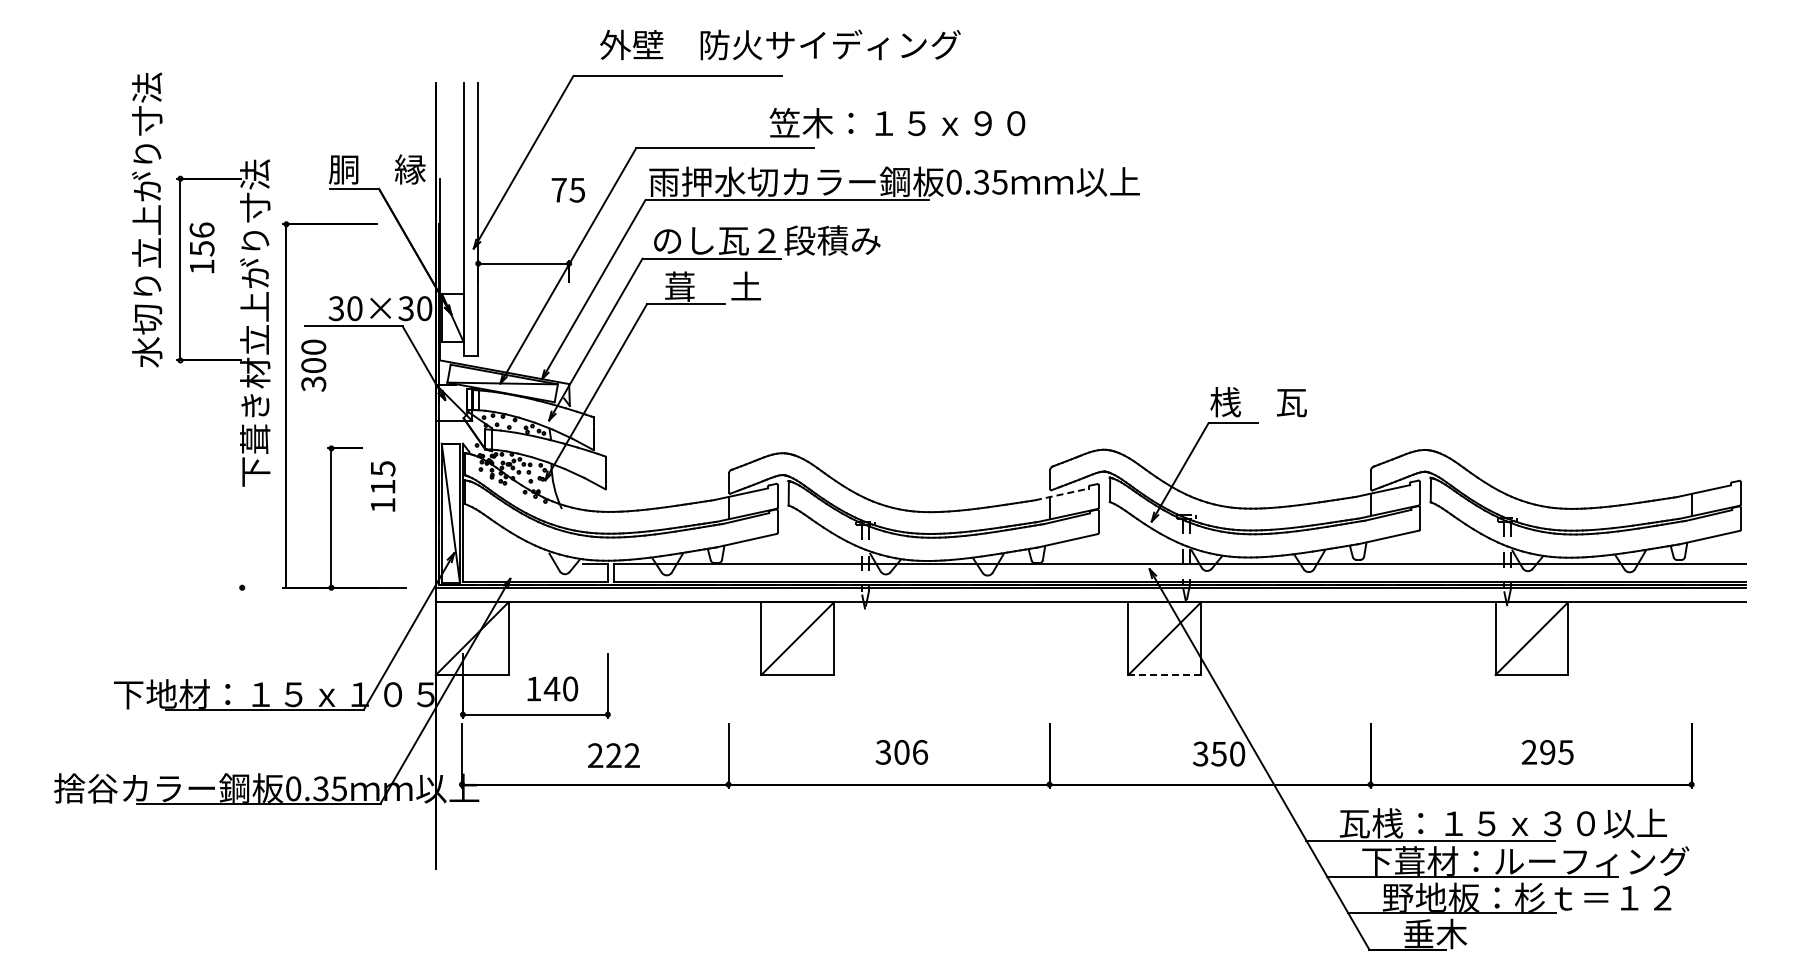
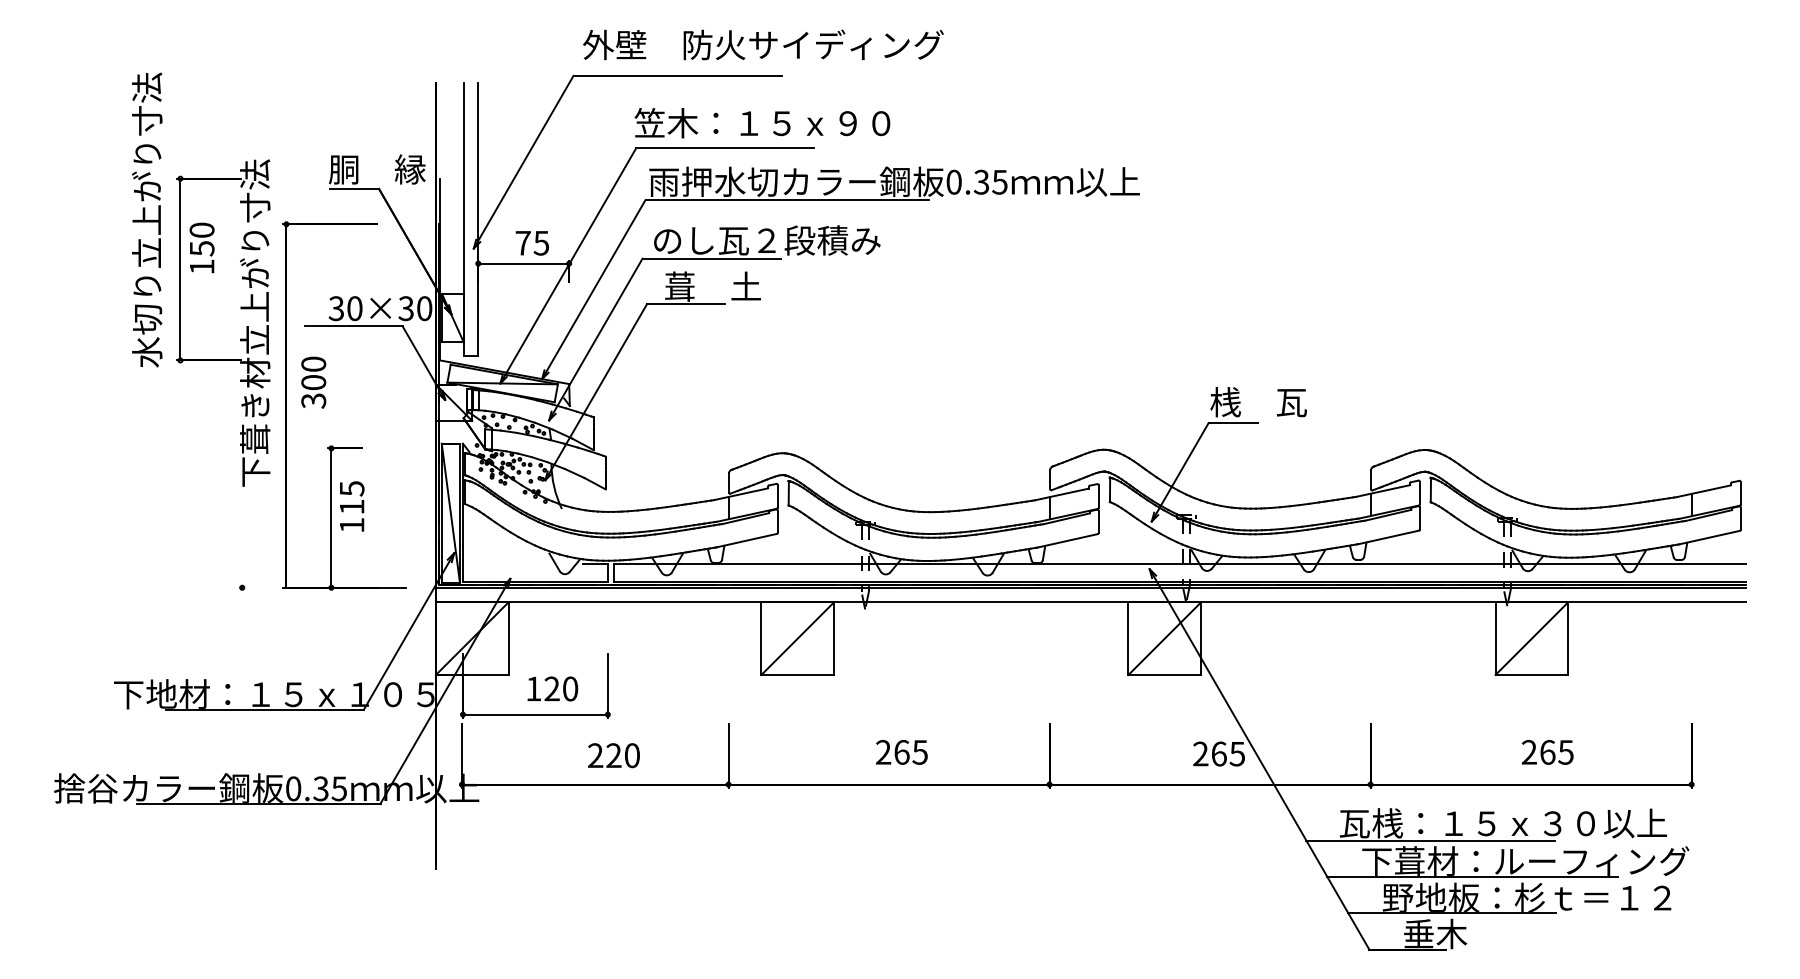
text at (780, 44) position: (780, 44) -> (763, 44)
text at (897, 123) position: (897, 123) -> (762, 123)
text at (567, 190) position: (567, 190) -> (531, 243)
text at (201, 229): 156 -> 150
text at (313, 365) position: (313, 365) -> (313, 382)
text at (383, 486) position: (383, 486) -> (352, 506)
line at (1061, 494): dashed -> solid
line at (1165, 675): dashed -> solid
text at (551, 688): 140 -> 120
text at (901, 752): 306 -> 265
text at (1547, 752): 295 -> 265
text at (1219, 753): 350 -> 265
text at (631, 755): 222 -> 220
